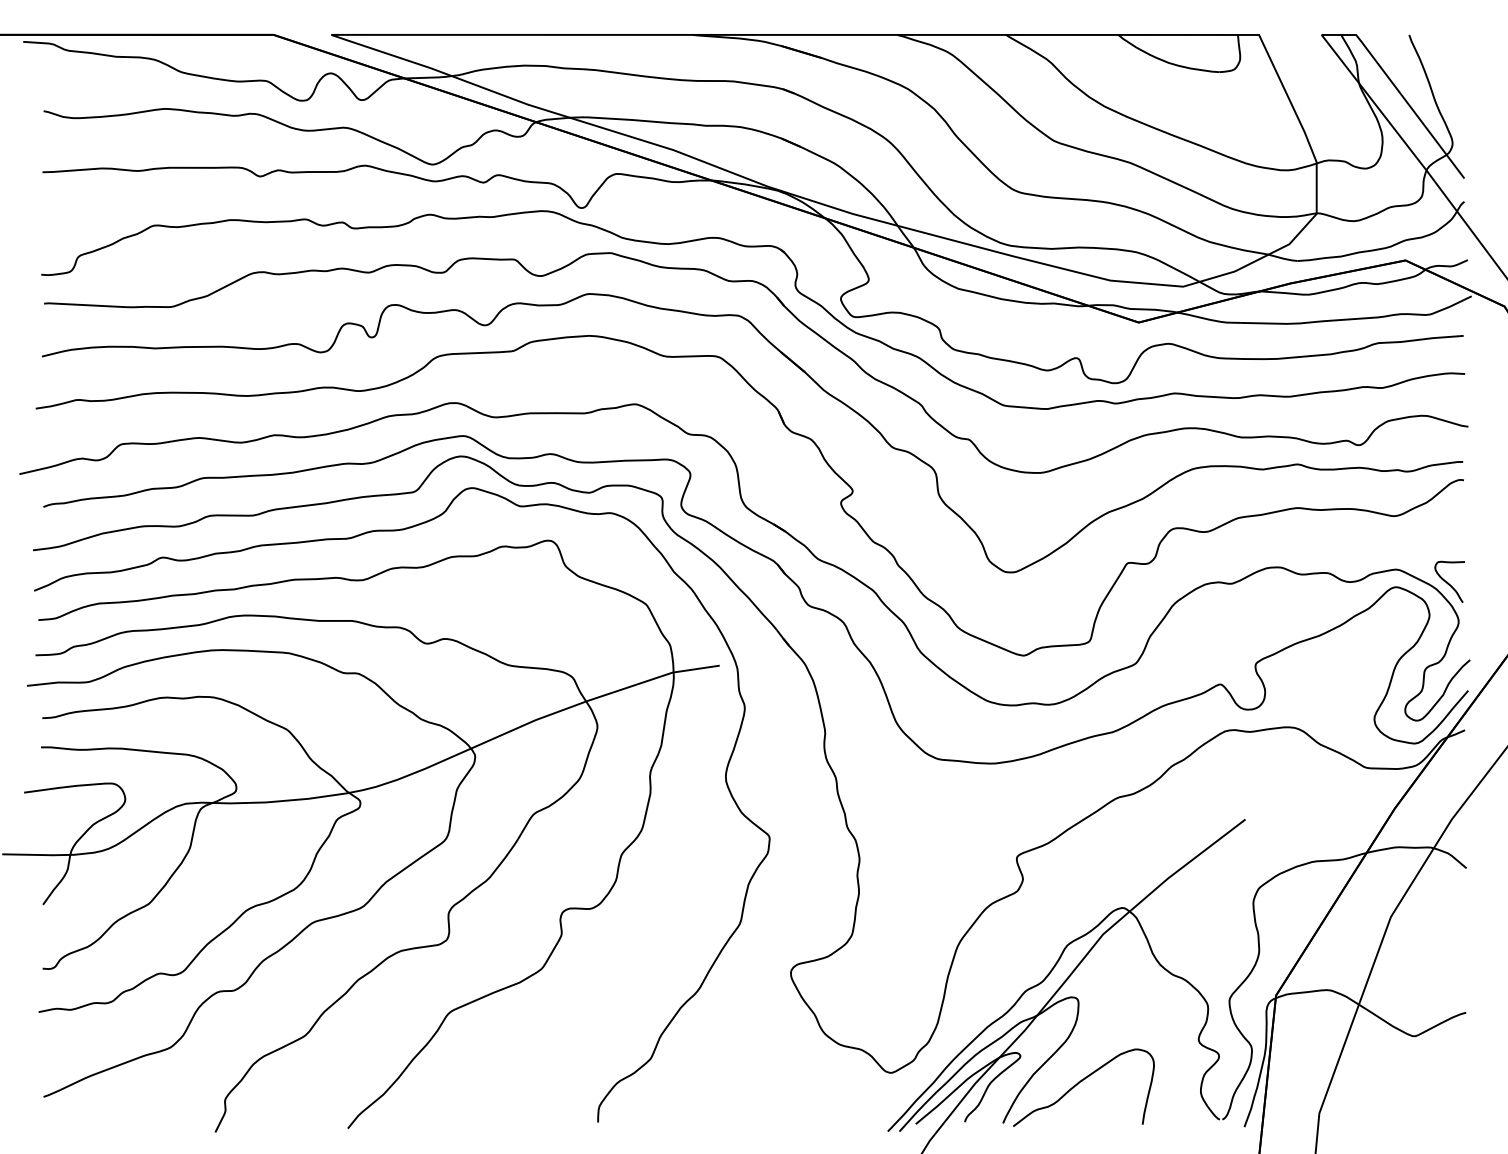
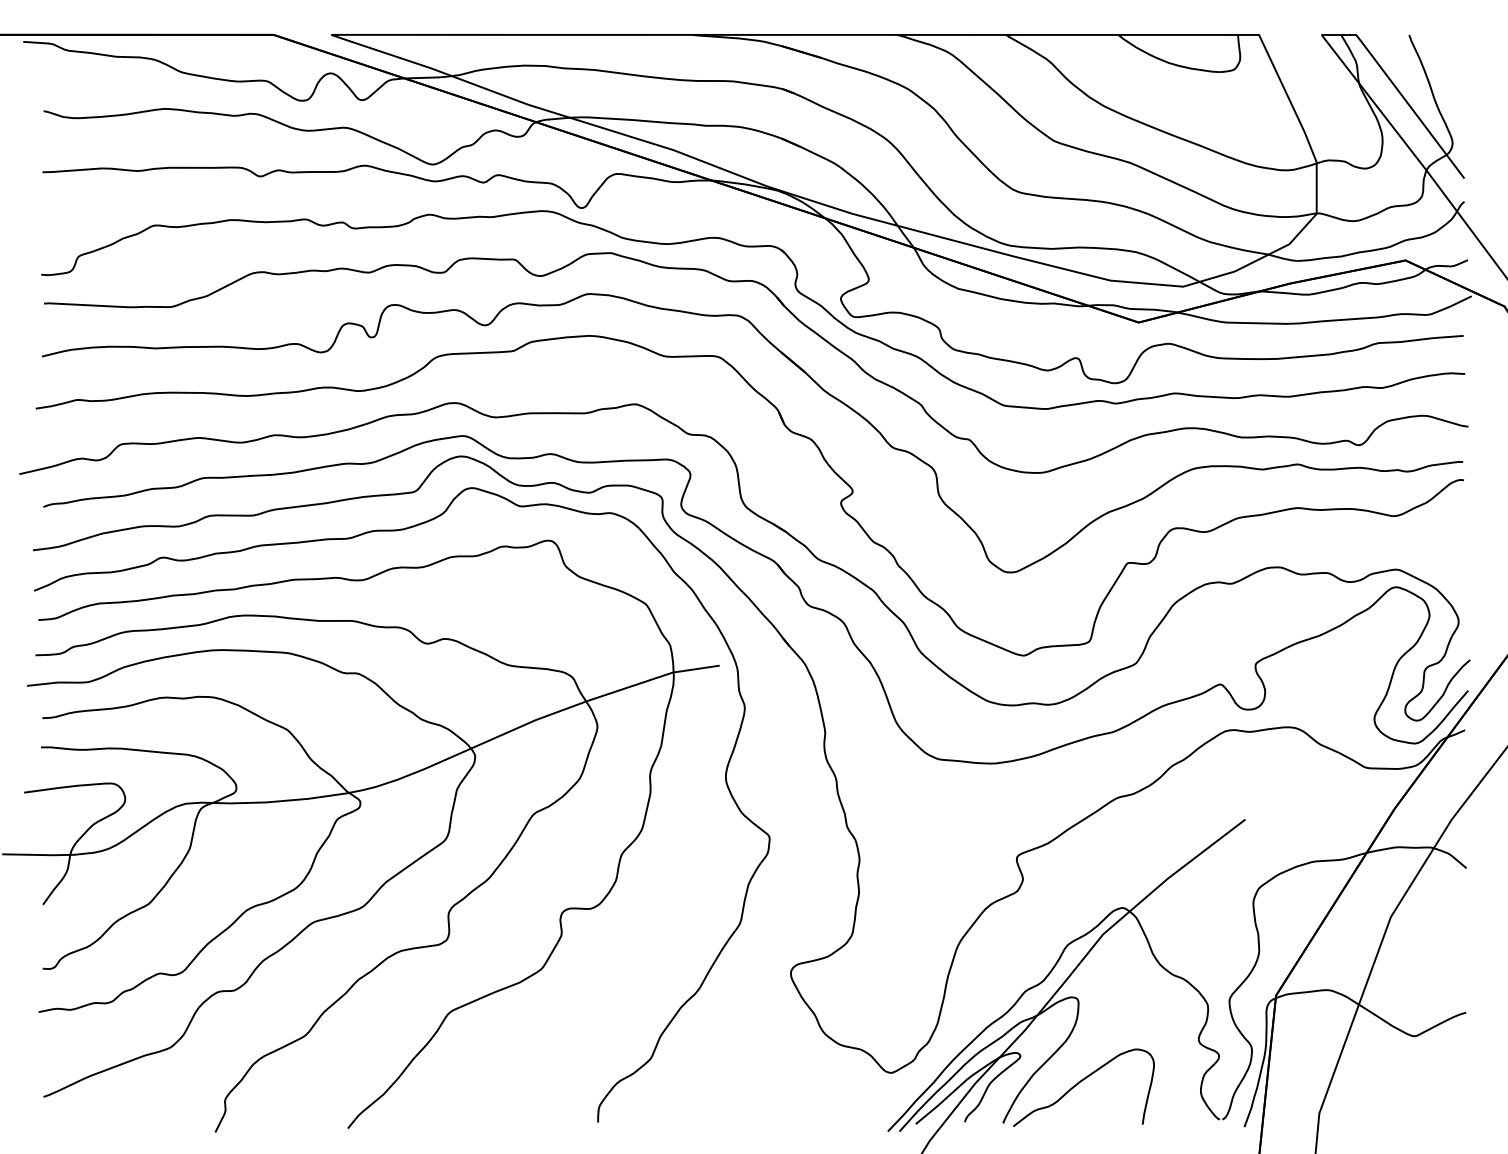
curve at (1448, 582): present -> none
